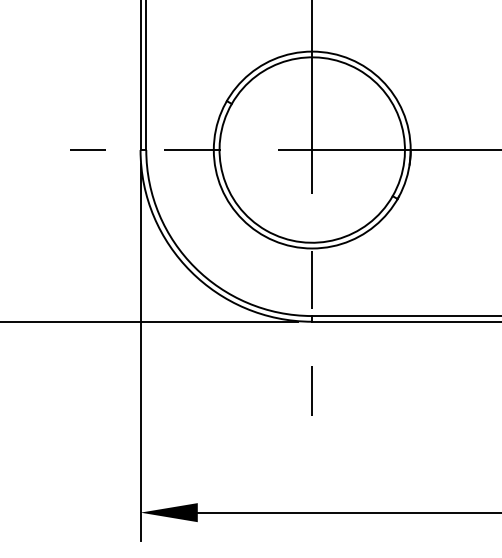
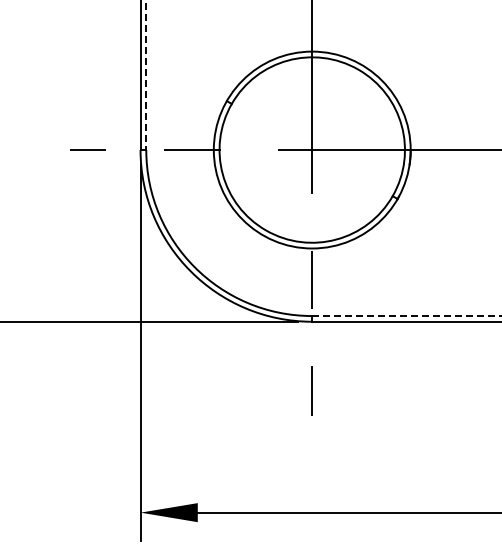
line at (146, 75): solid -> dashed
line at (407, 316): solid -> dashed
